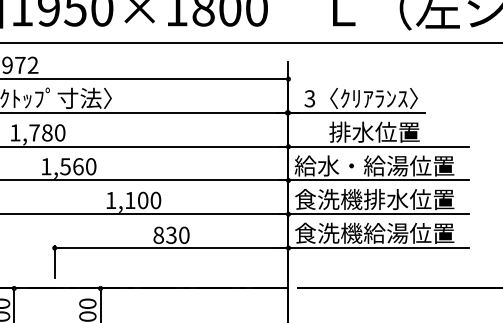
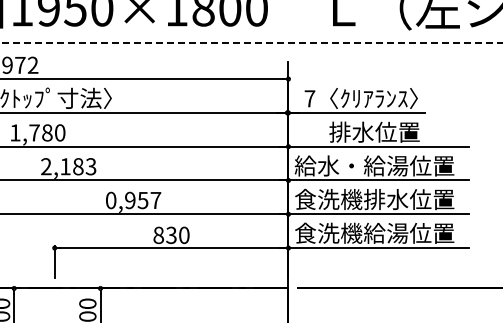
line at (252, 42): solid -> dashed
text at (309, 98): 3 -> 7
text at (68, 166): 1,560 -> 2,183
text at (133, 200): 1,100 -> 0,957
